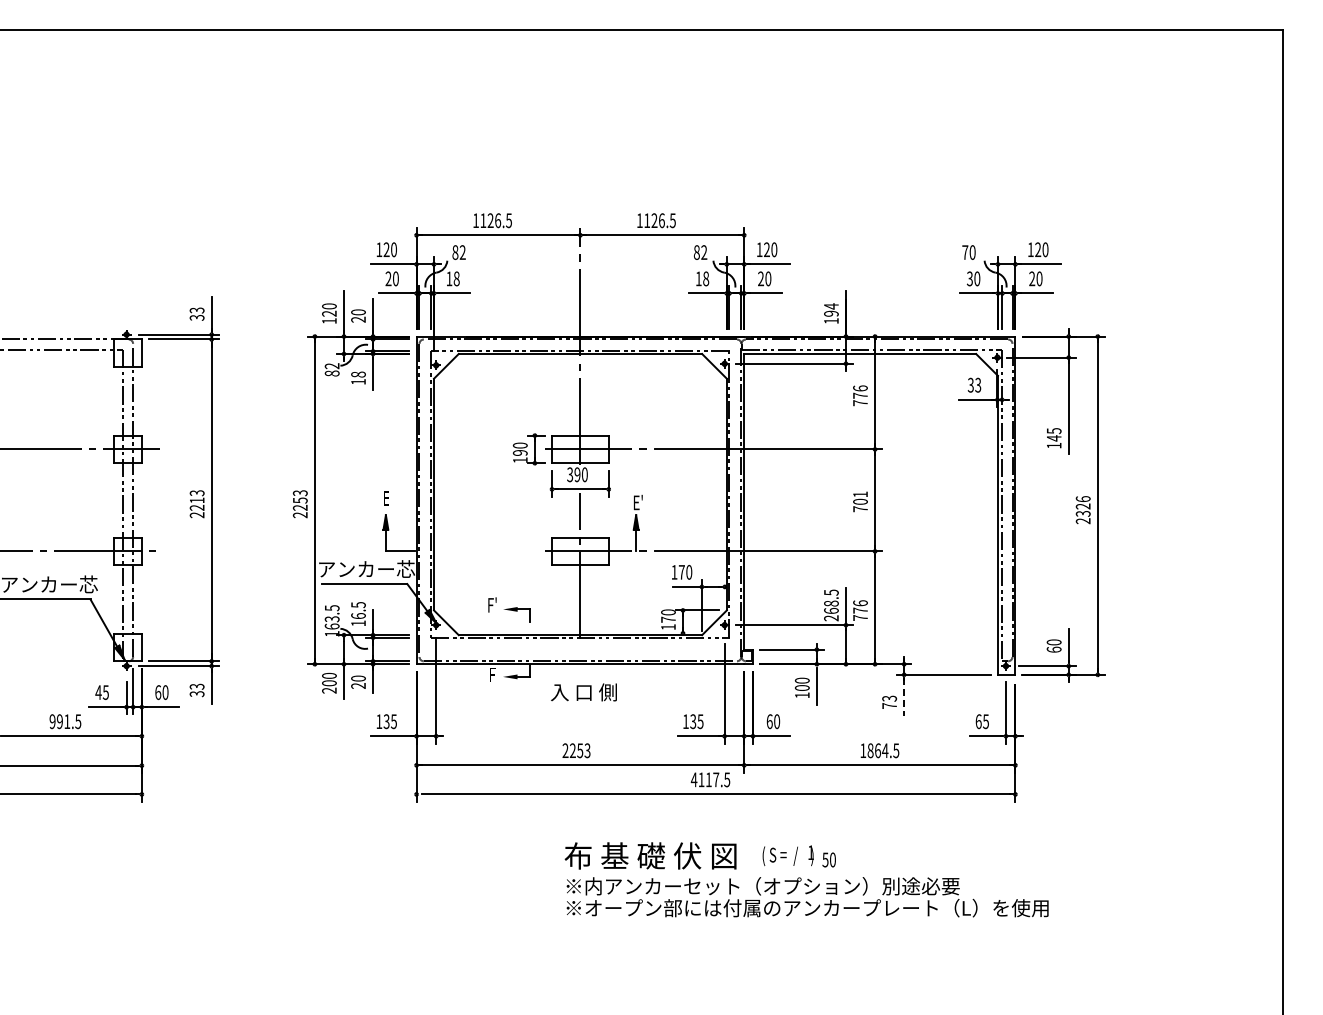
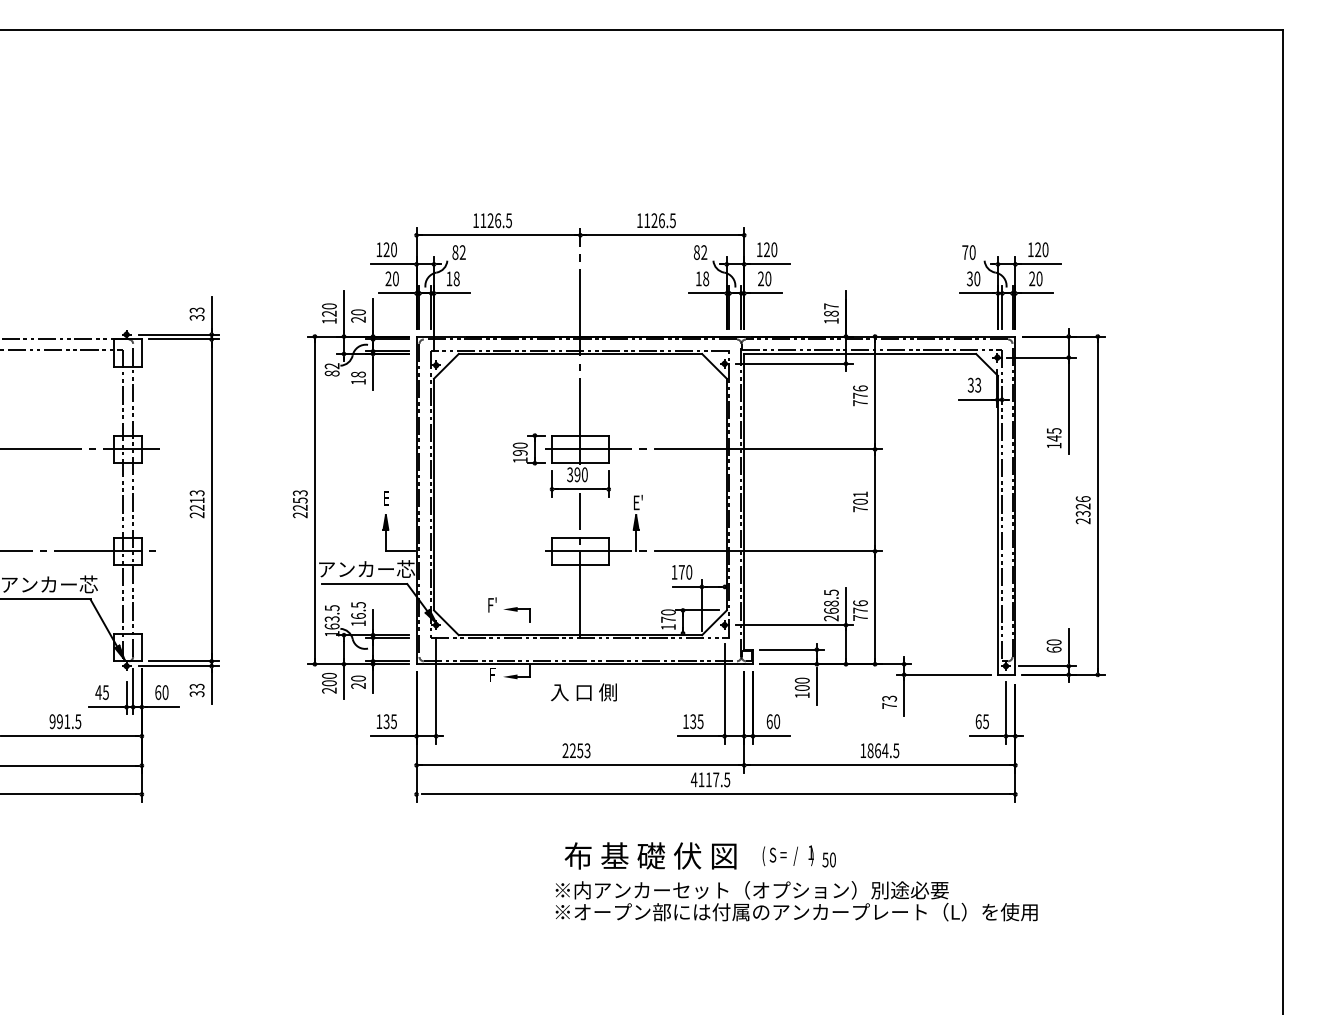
text at (831, 309): 194 -> 187
line at (904, 697): dashed -> solid
text at (807, 897) position: (807, 897) -> (796, 901)
